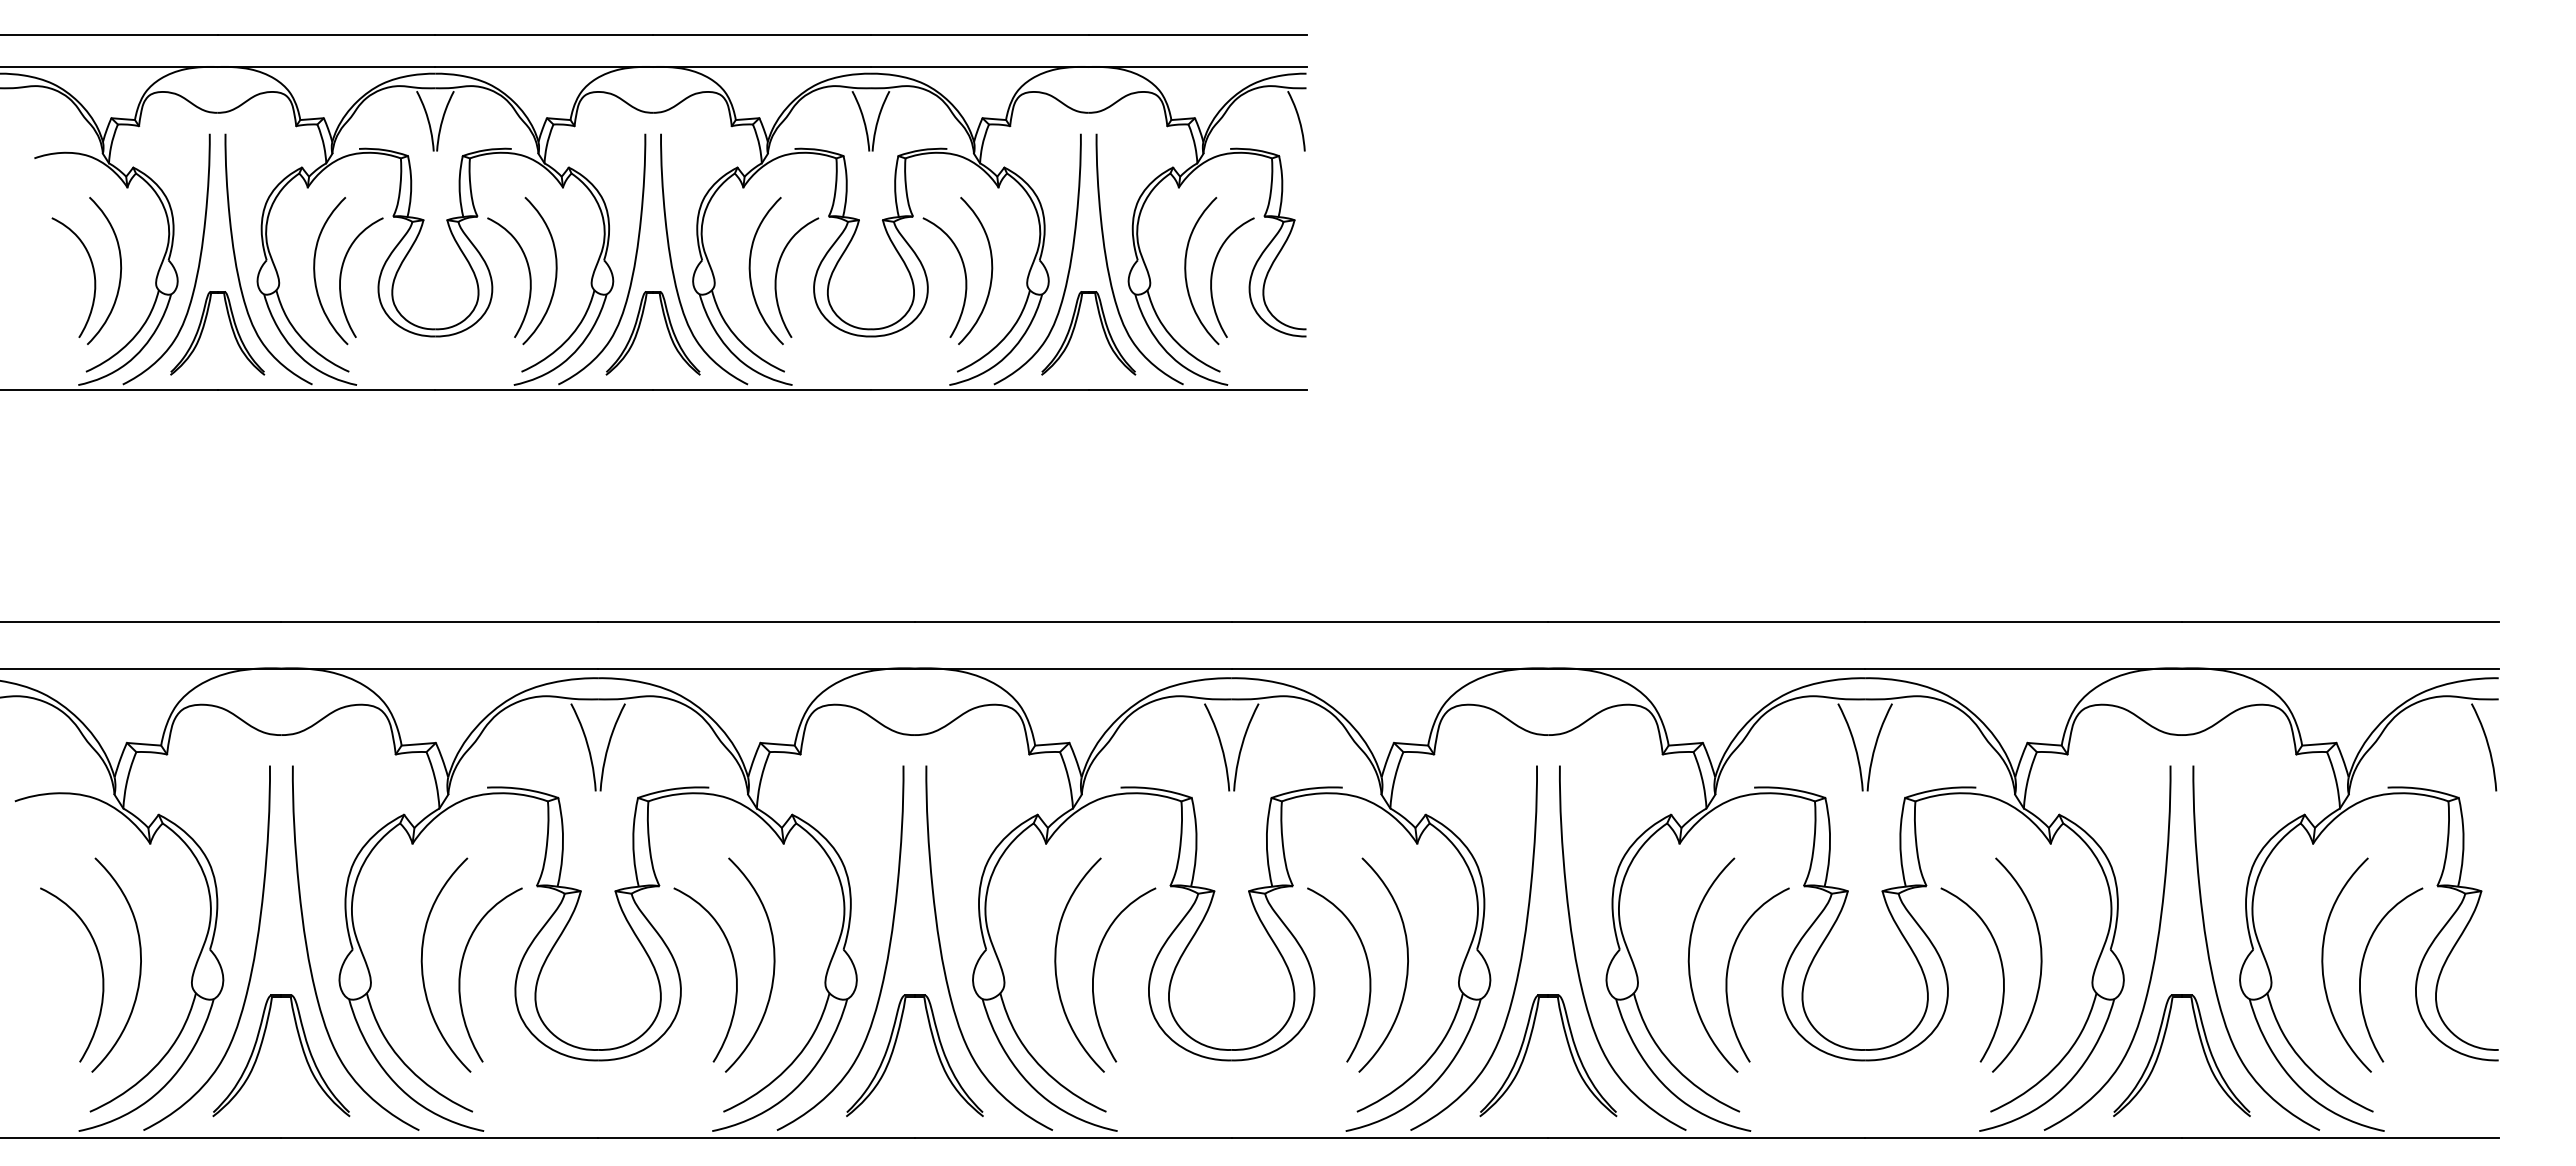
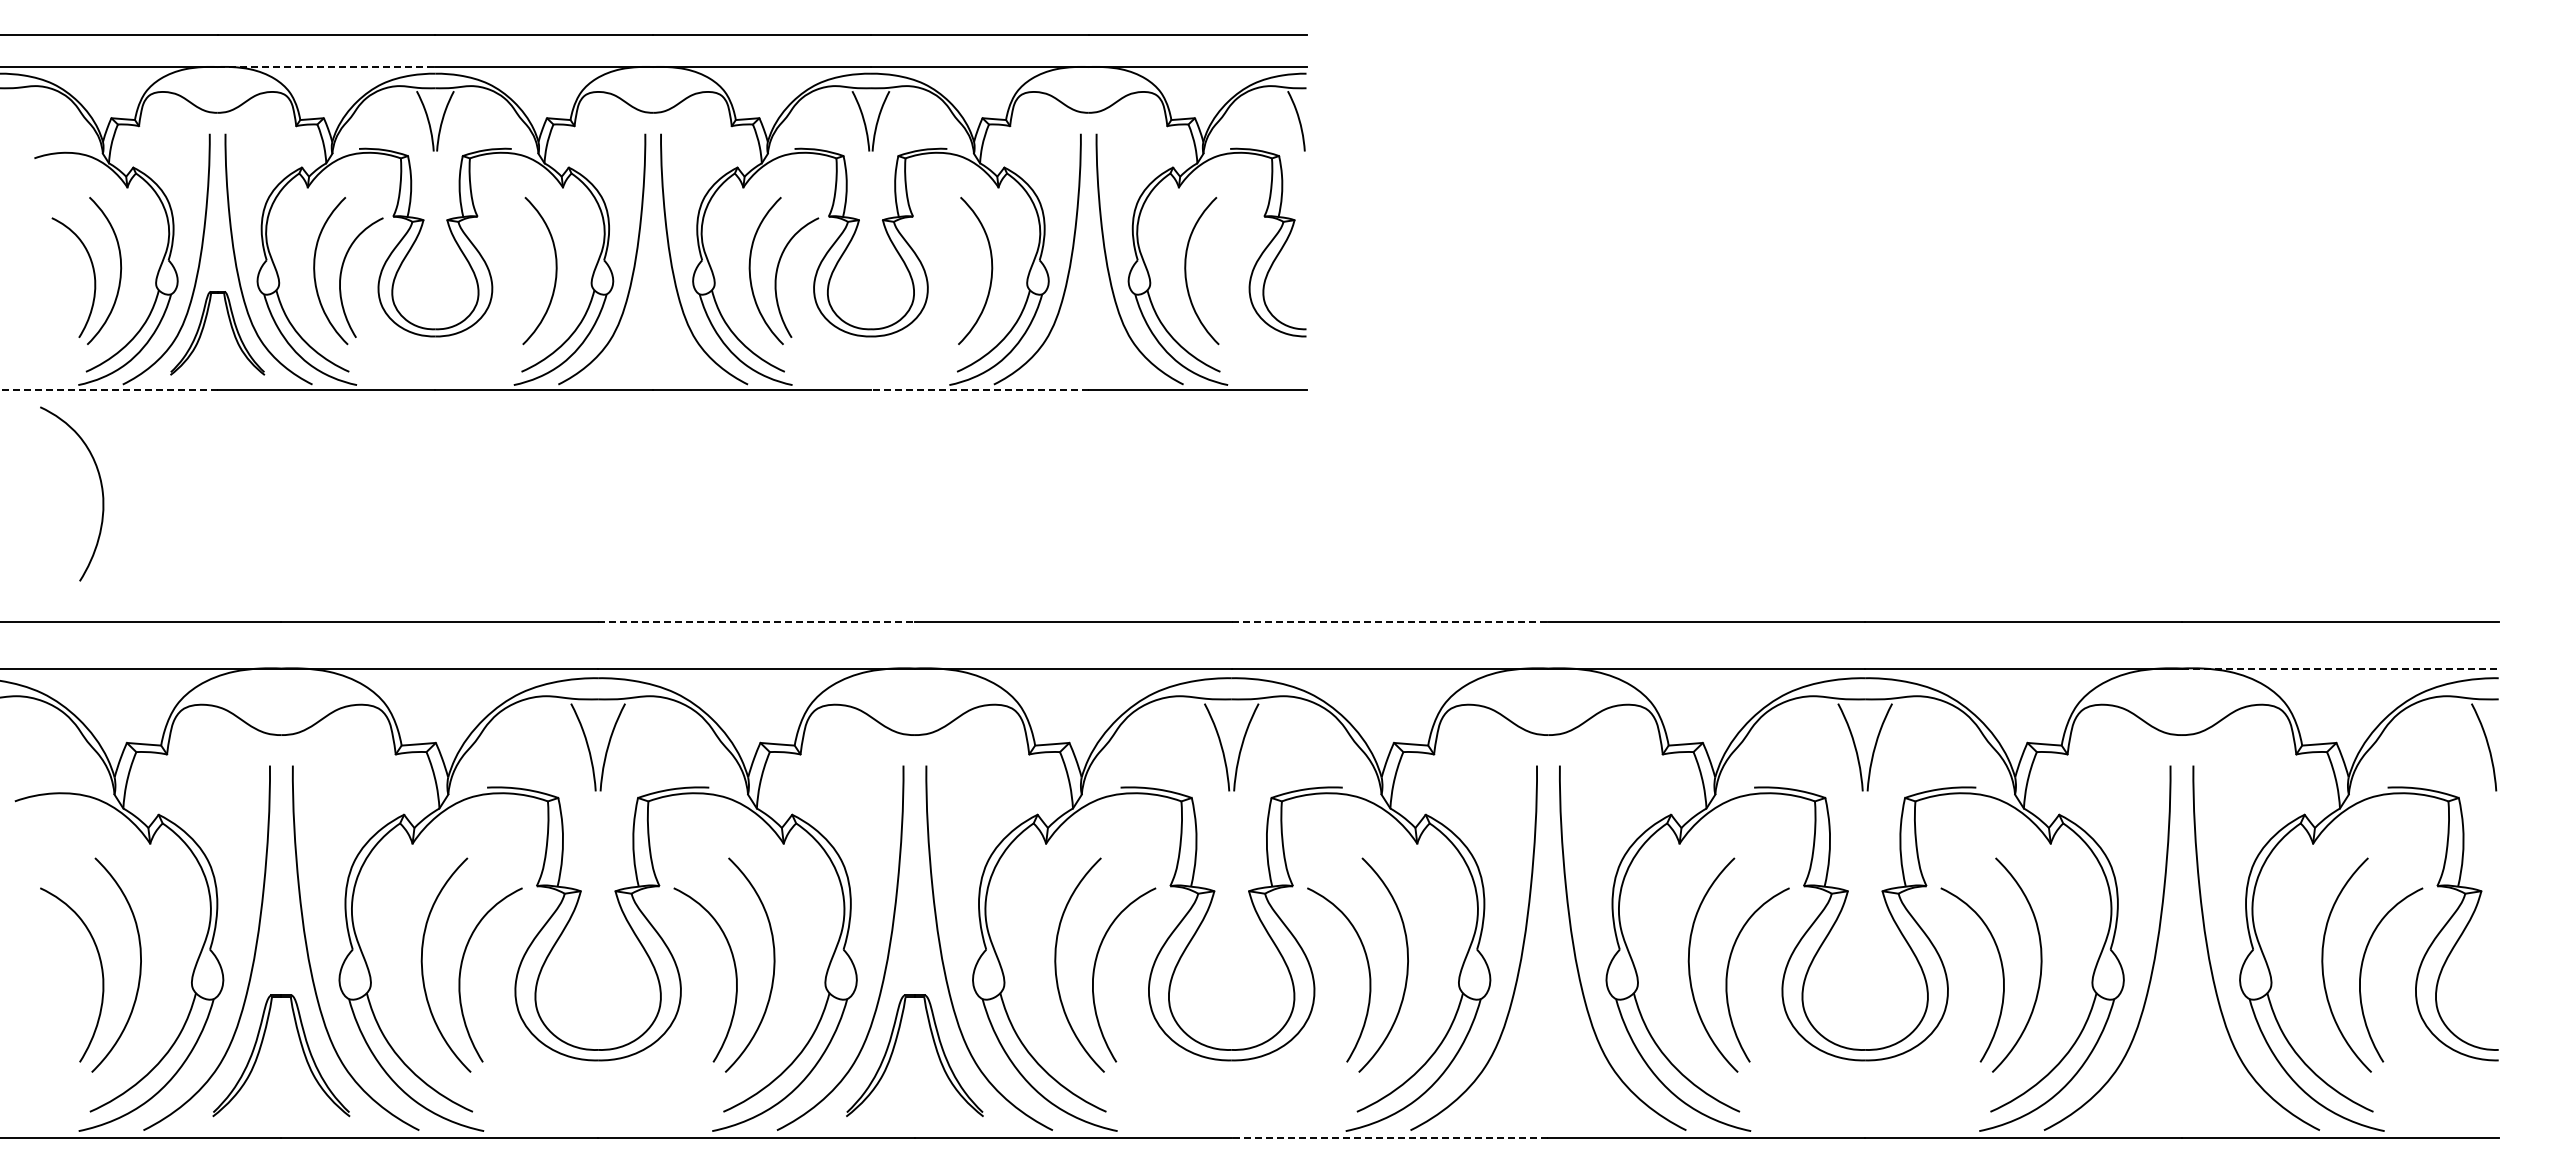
line at (326, 67): solid -> dashed
curve at (1213, 271): present -> none
curve at (528, 272): present -> none
curve at (964, 275): present -> none
part at (1075, 327): present -> none
part at (639, 329): present -> none
line at (108, 389): solid -> dashed
line at (979, 389): solid -> dashed
curve at (101, 492): none -> present
line at (757, 621): solid -> dashed
line at (1390, 621): solid -> dashed
line at (2340, 668): solid -> dashed
part at (1568, 1048): present -> none
part at (2161, 1049): present -> none
line at (1389, 1137): solid -> dashed
